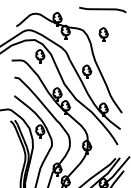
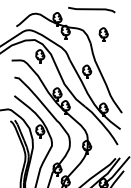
line at (102, 9) position: (102, 9) -> (91, 9)
